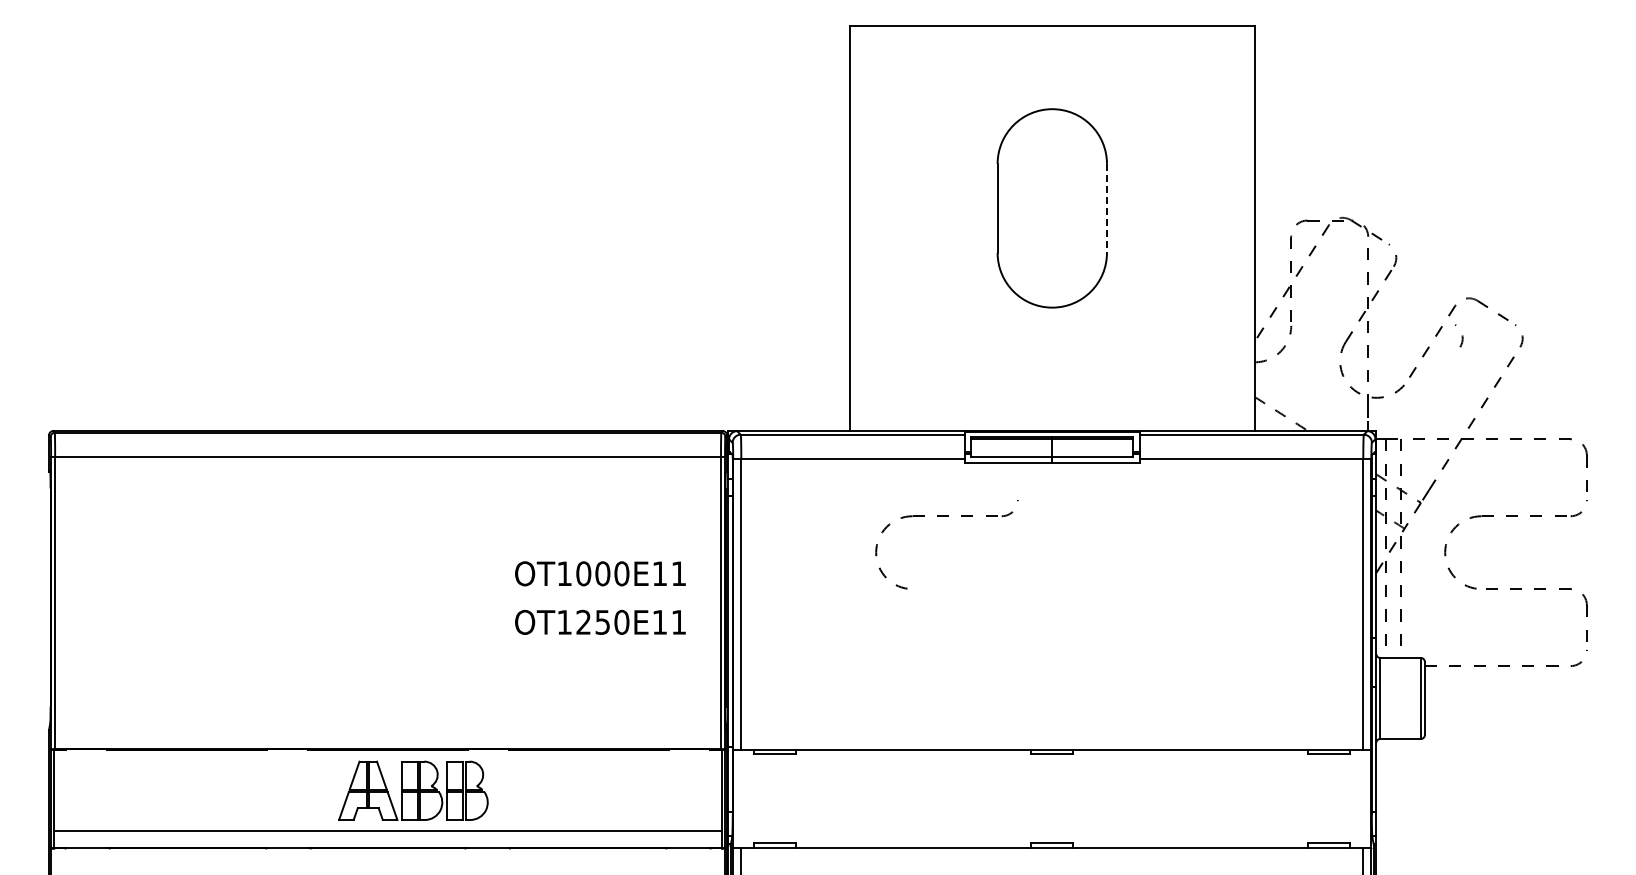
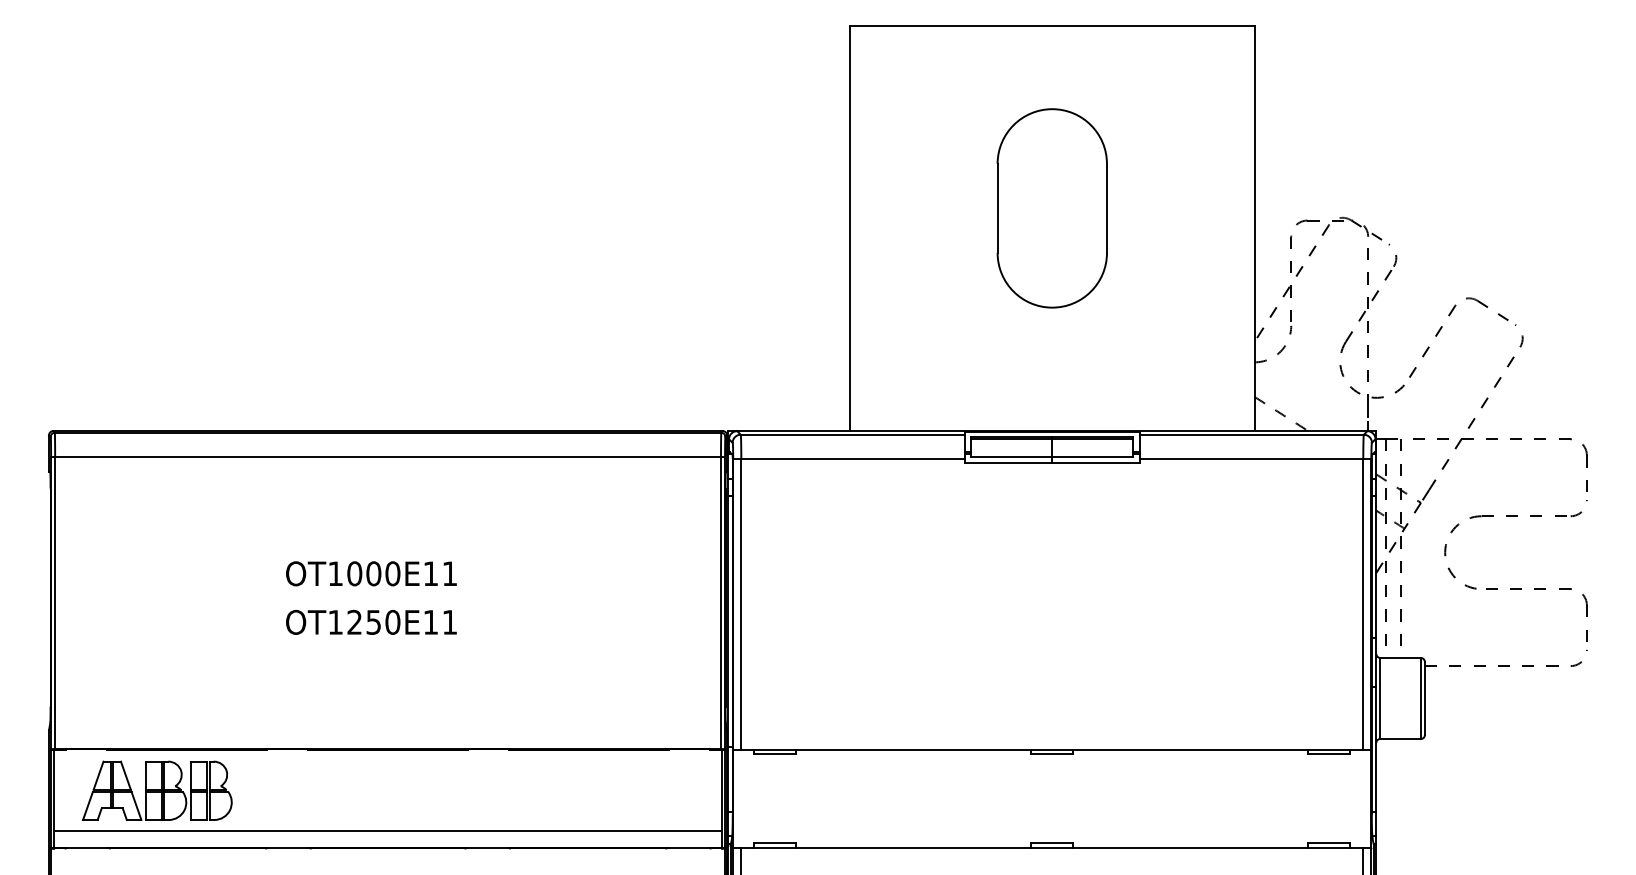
line at (1106, 208): dashed -> solid
arc at (1461, 335): present -> none
part at (946, 516): present -> none
text at (600, 597) position: (600, 597) -> (371, 597)
part at (413, 790) position: (413, 790) -> (157, 790)
